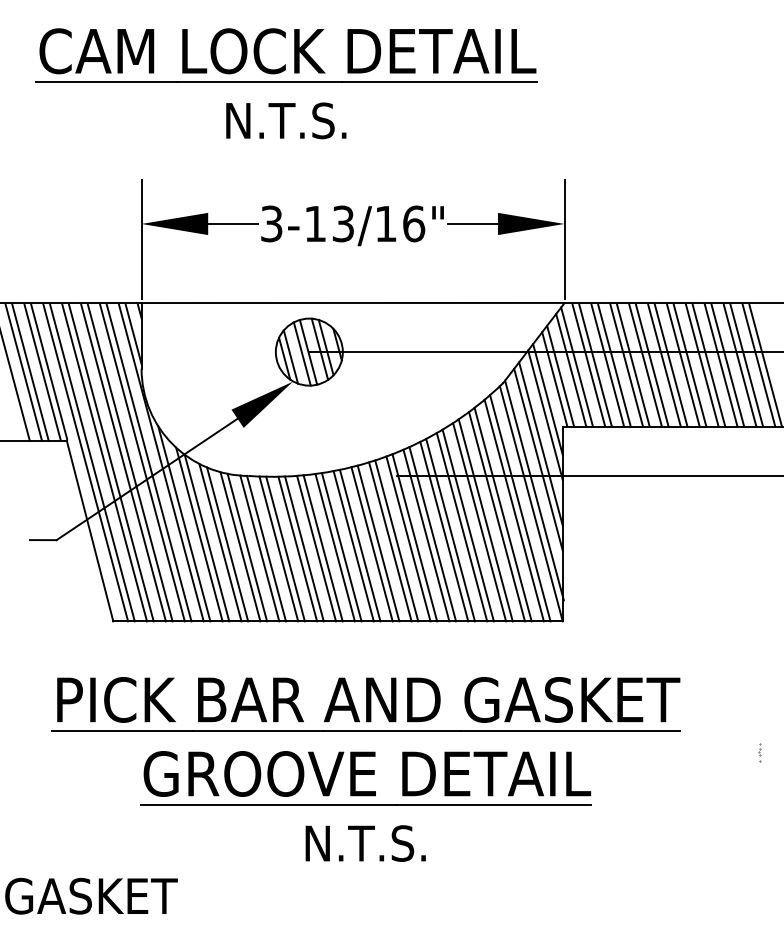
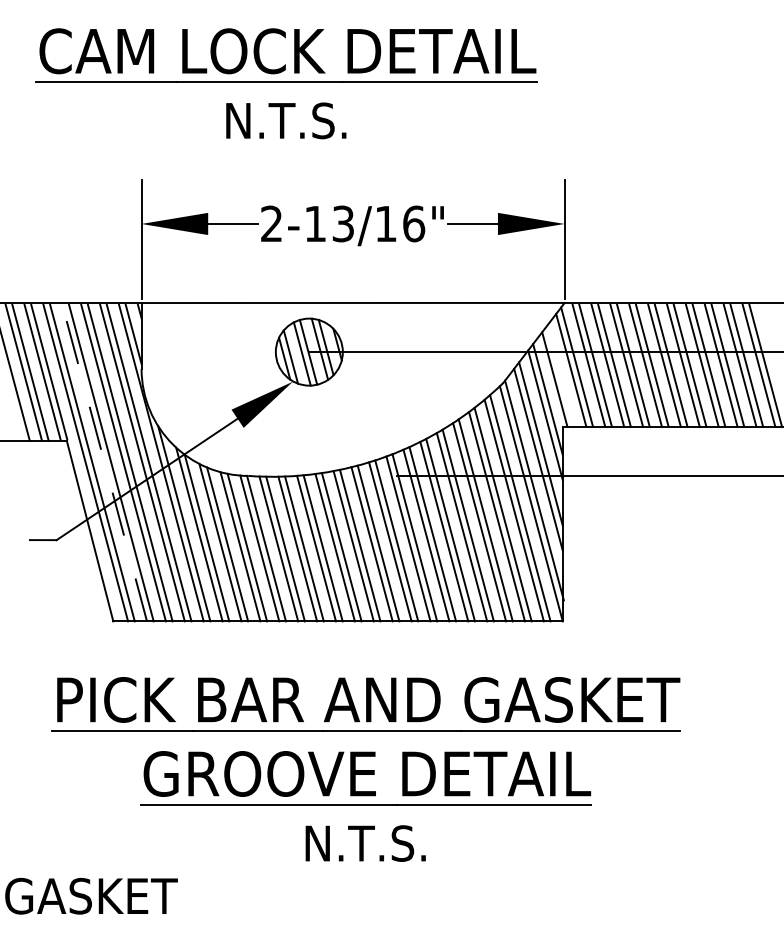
text at (271, 223): 3-13/16" -> 2-13/16"
line at (560, 375): present -> none
line at (104, 463): solid -> dashed
part at (759, 752): present -> none
